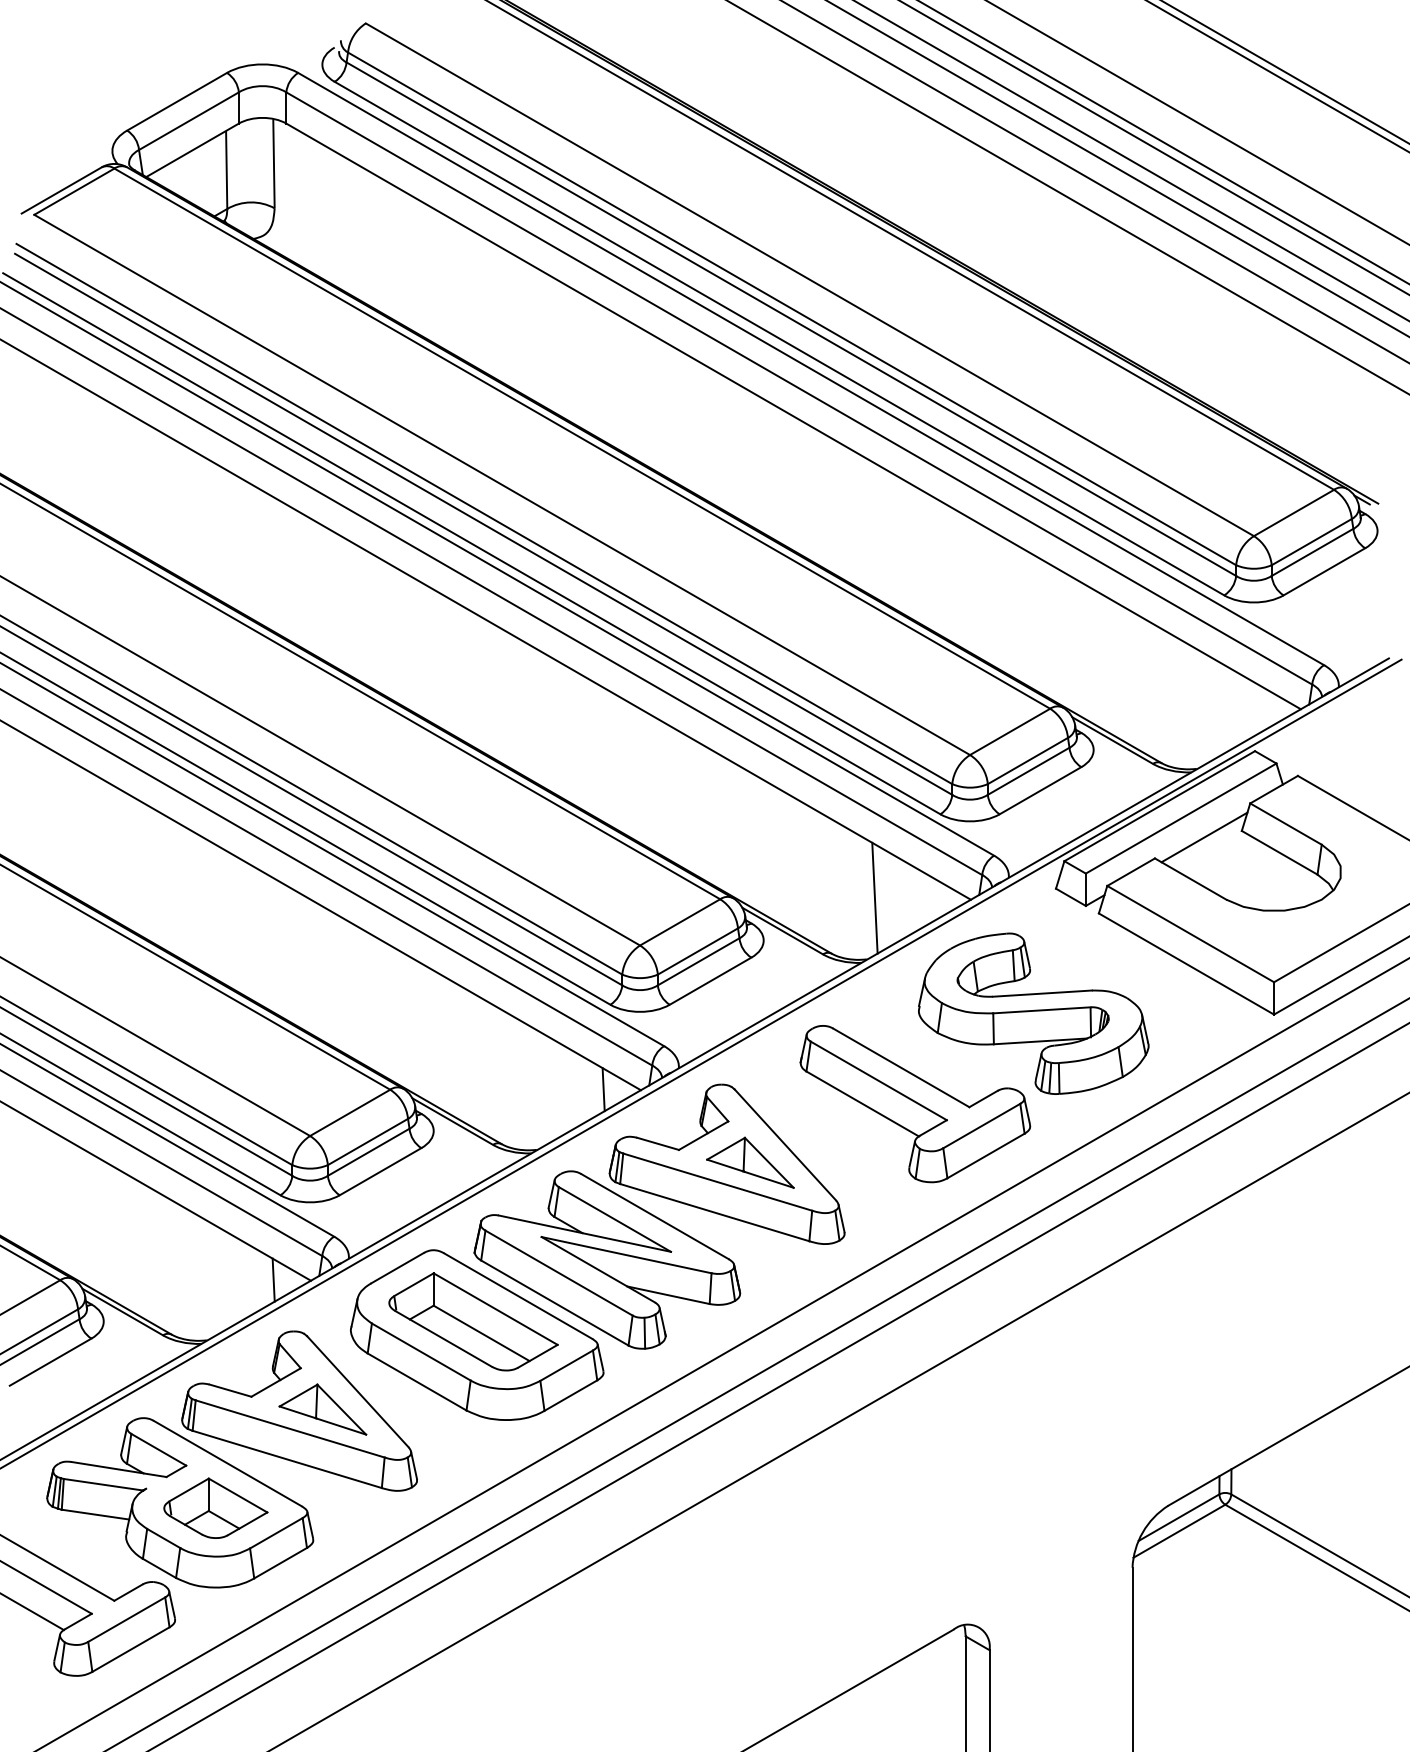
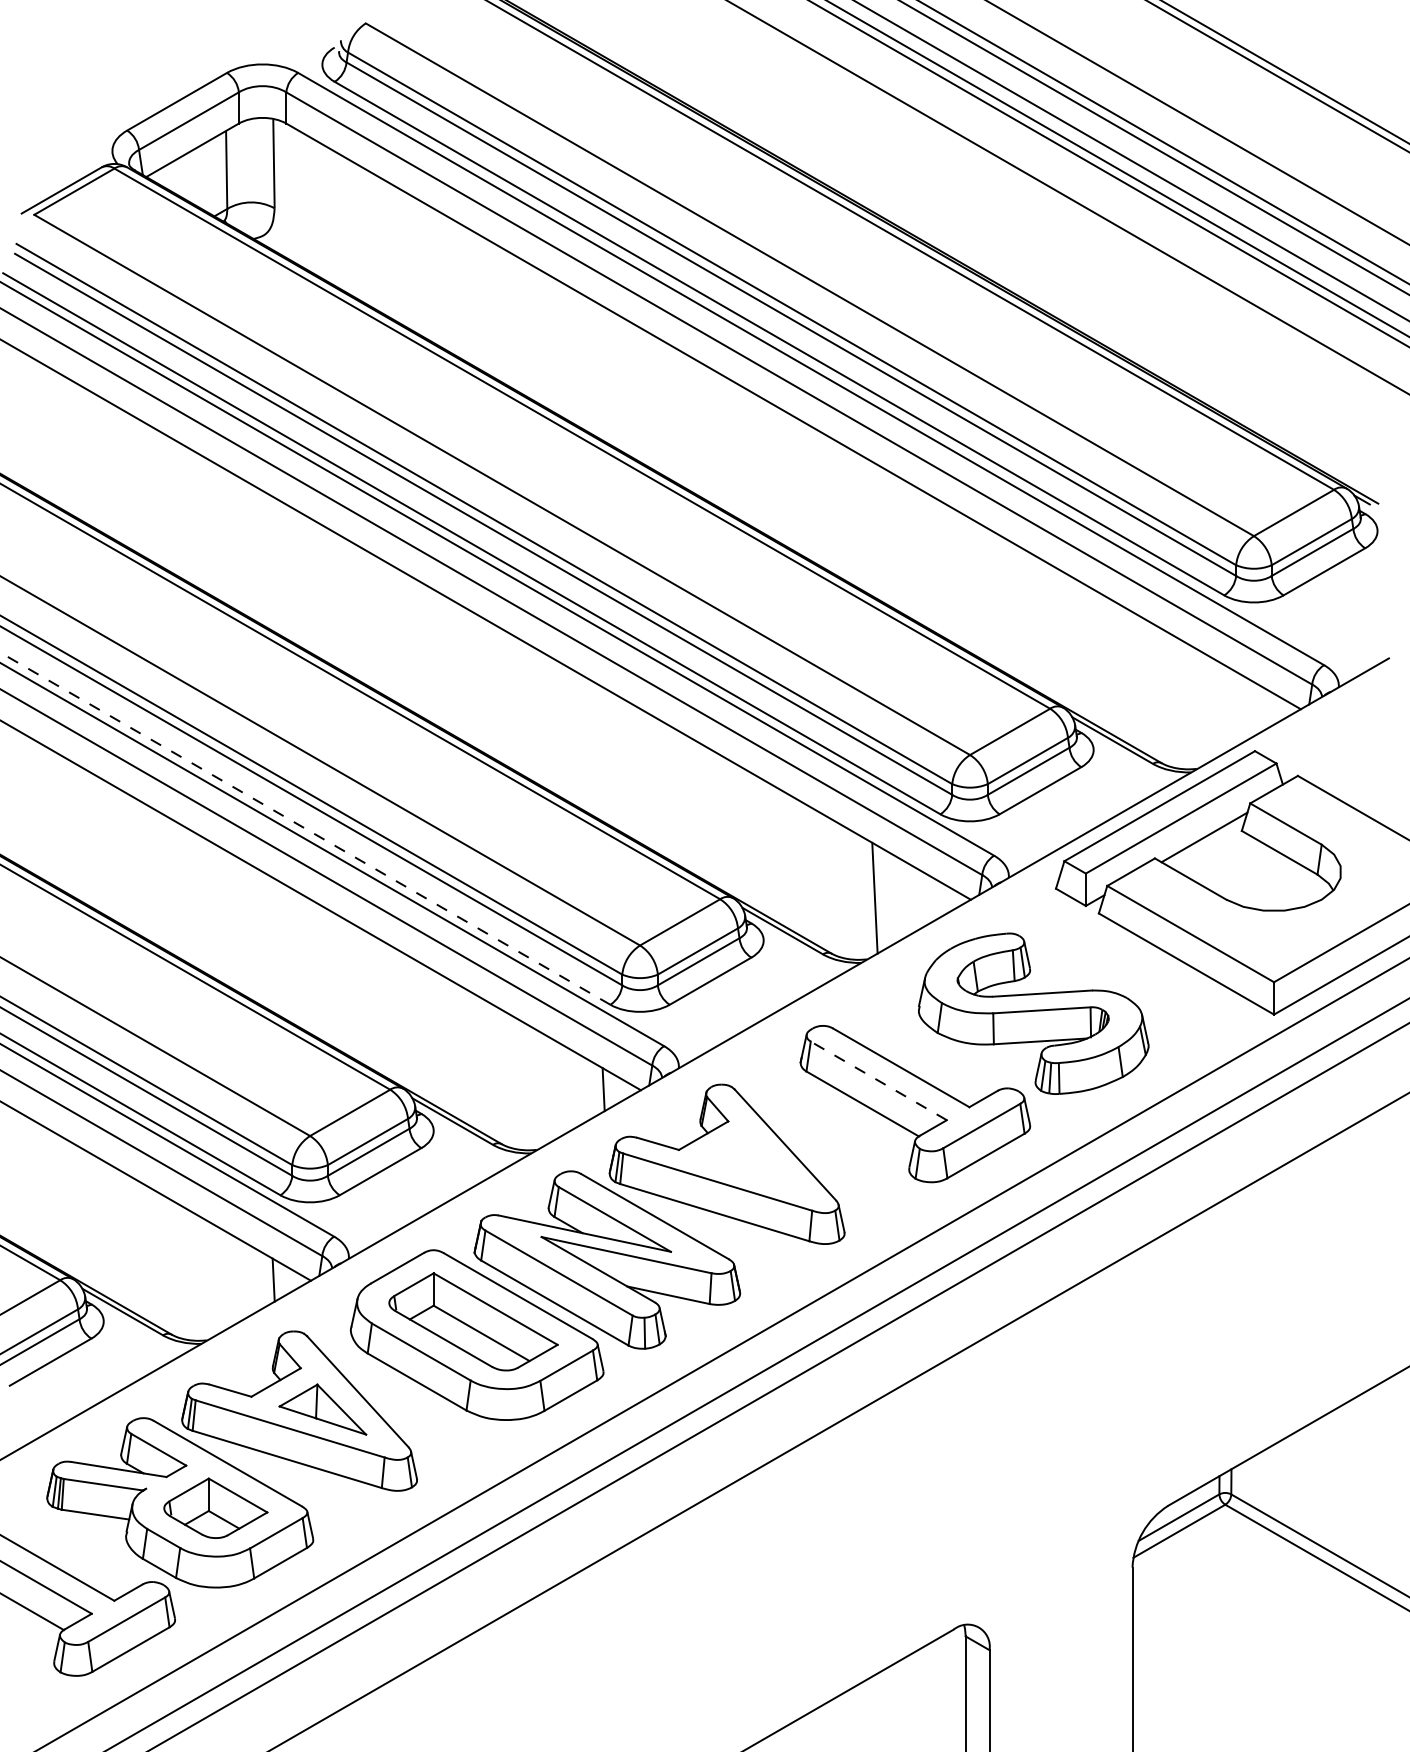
line at (1094, 181) position: (1094, 181) -> (1108, 173)
line at (304, 828): solid -> dashed
line at (701, 1063): present -> none
line at (878, 1080): solid -> dashed
part at (750, 1162): present -> none
